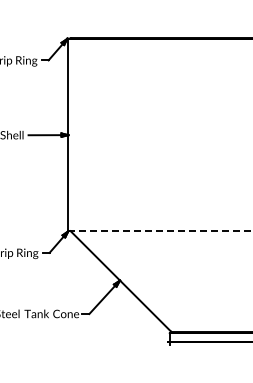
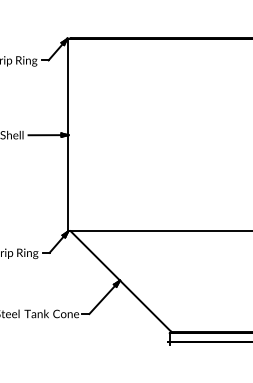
line at (160, 231): dashed -> solid
